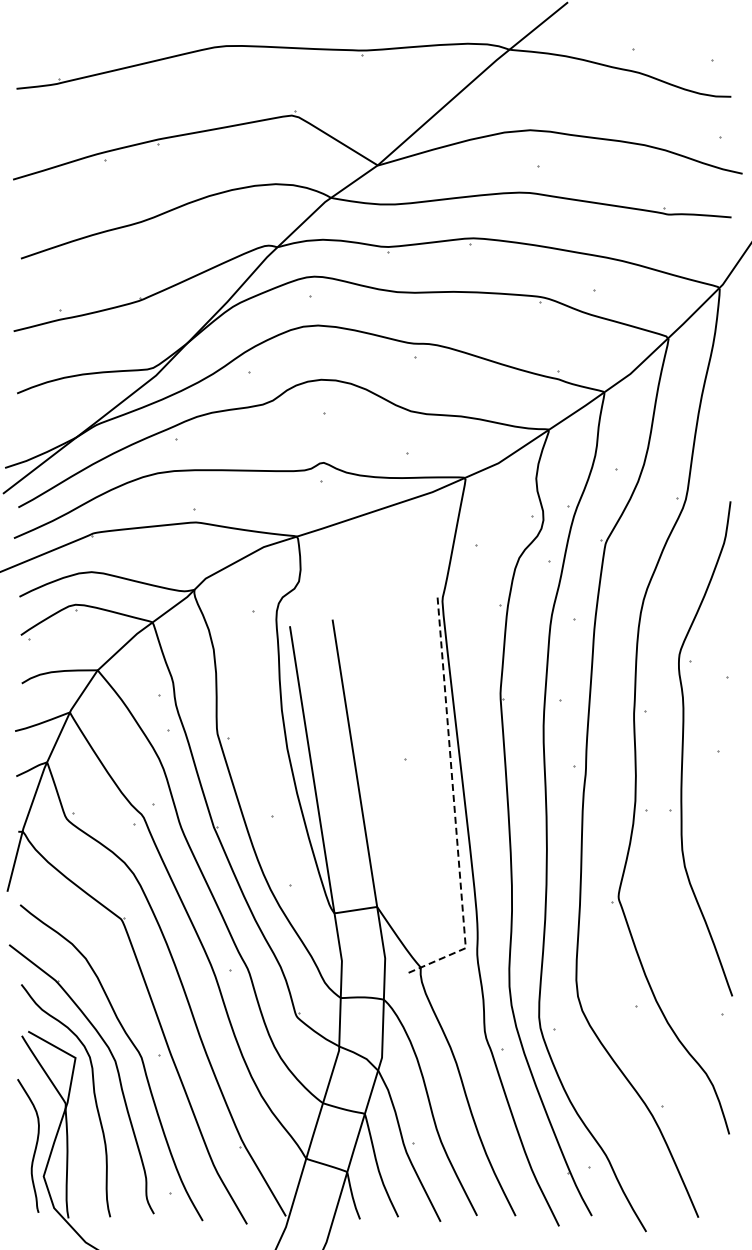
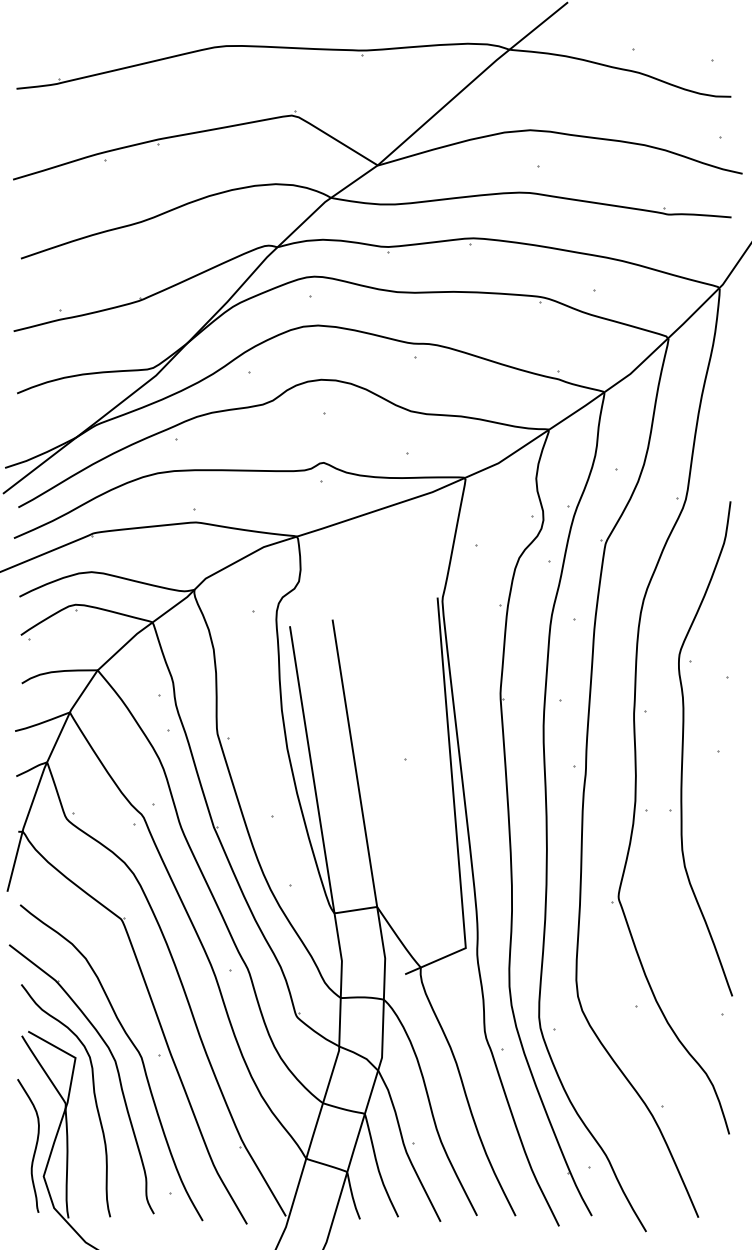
line at (454, 806): dashed -> solid
